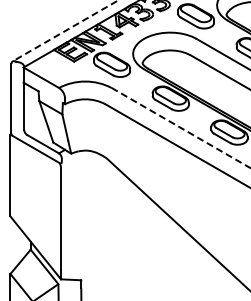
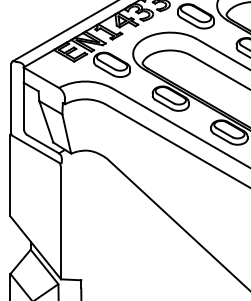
line at (65, 30): dashed -> solid
line at (181, 128): dashed -> solid
